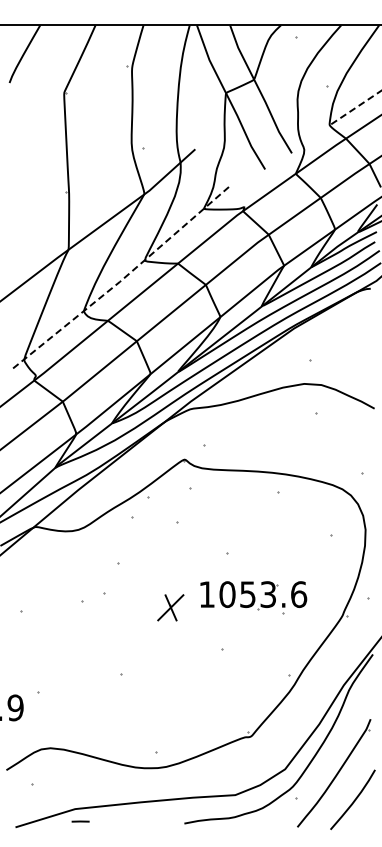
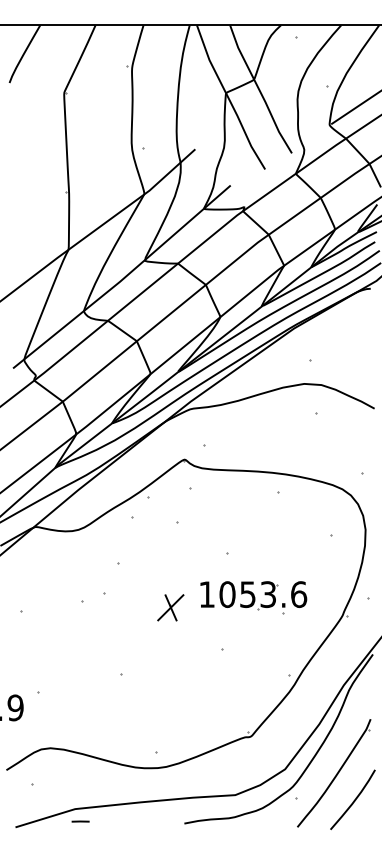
line at (356, 107): dashed -> solid
line at (123, 279): dashed -> solid
